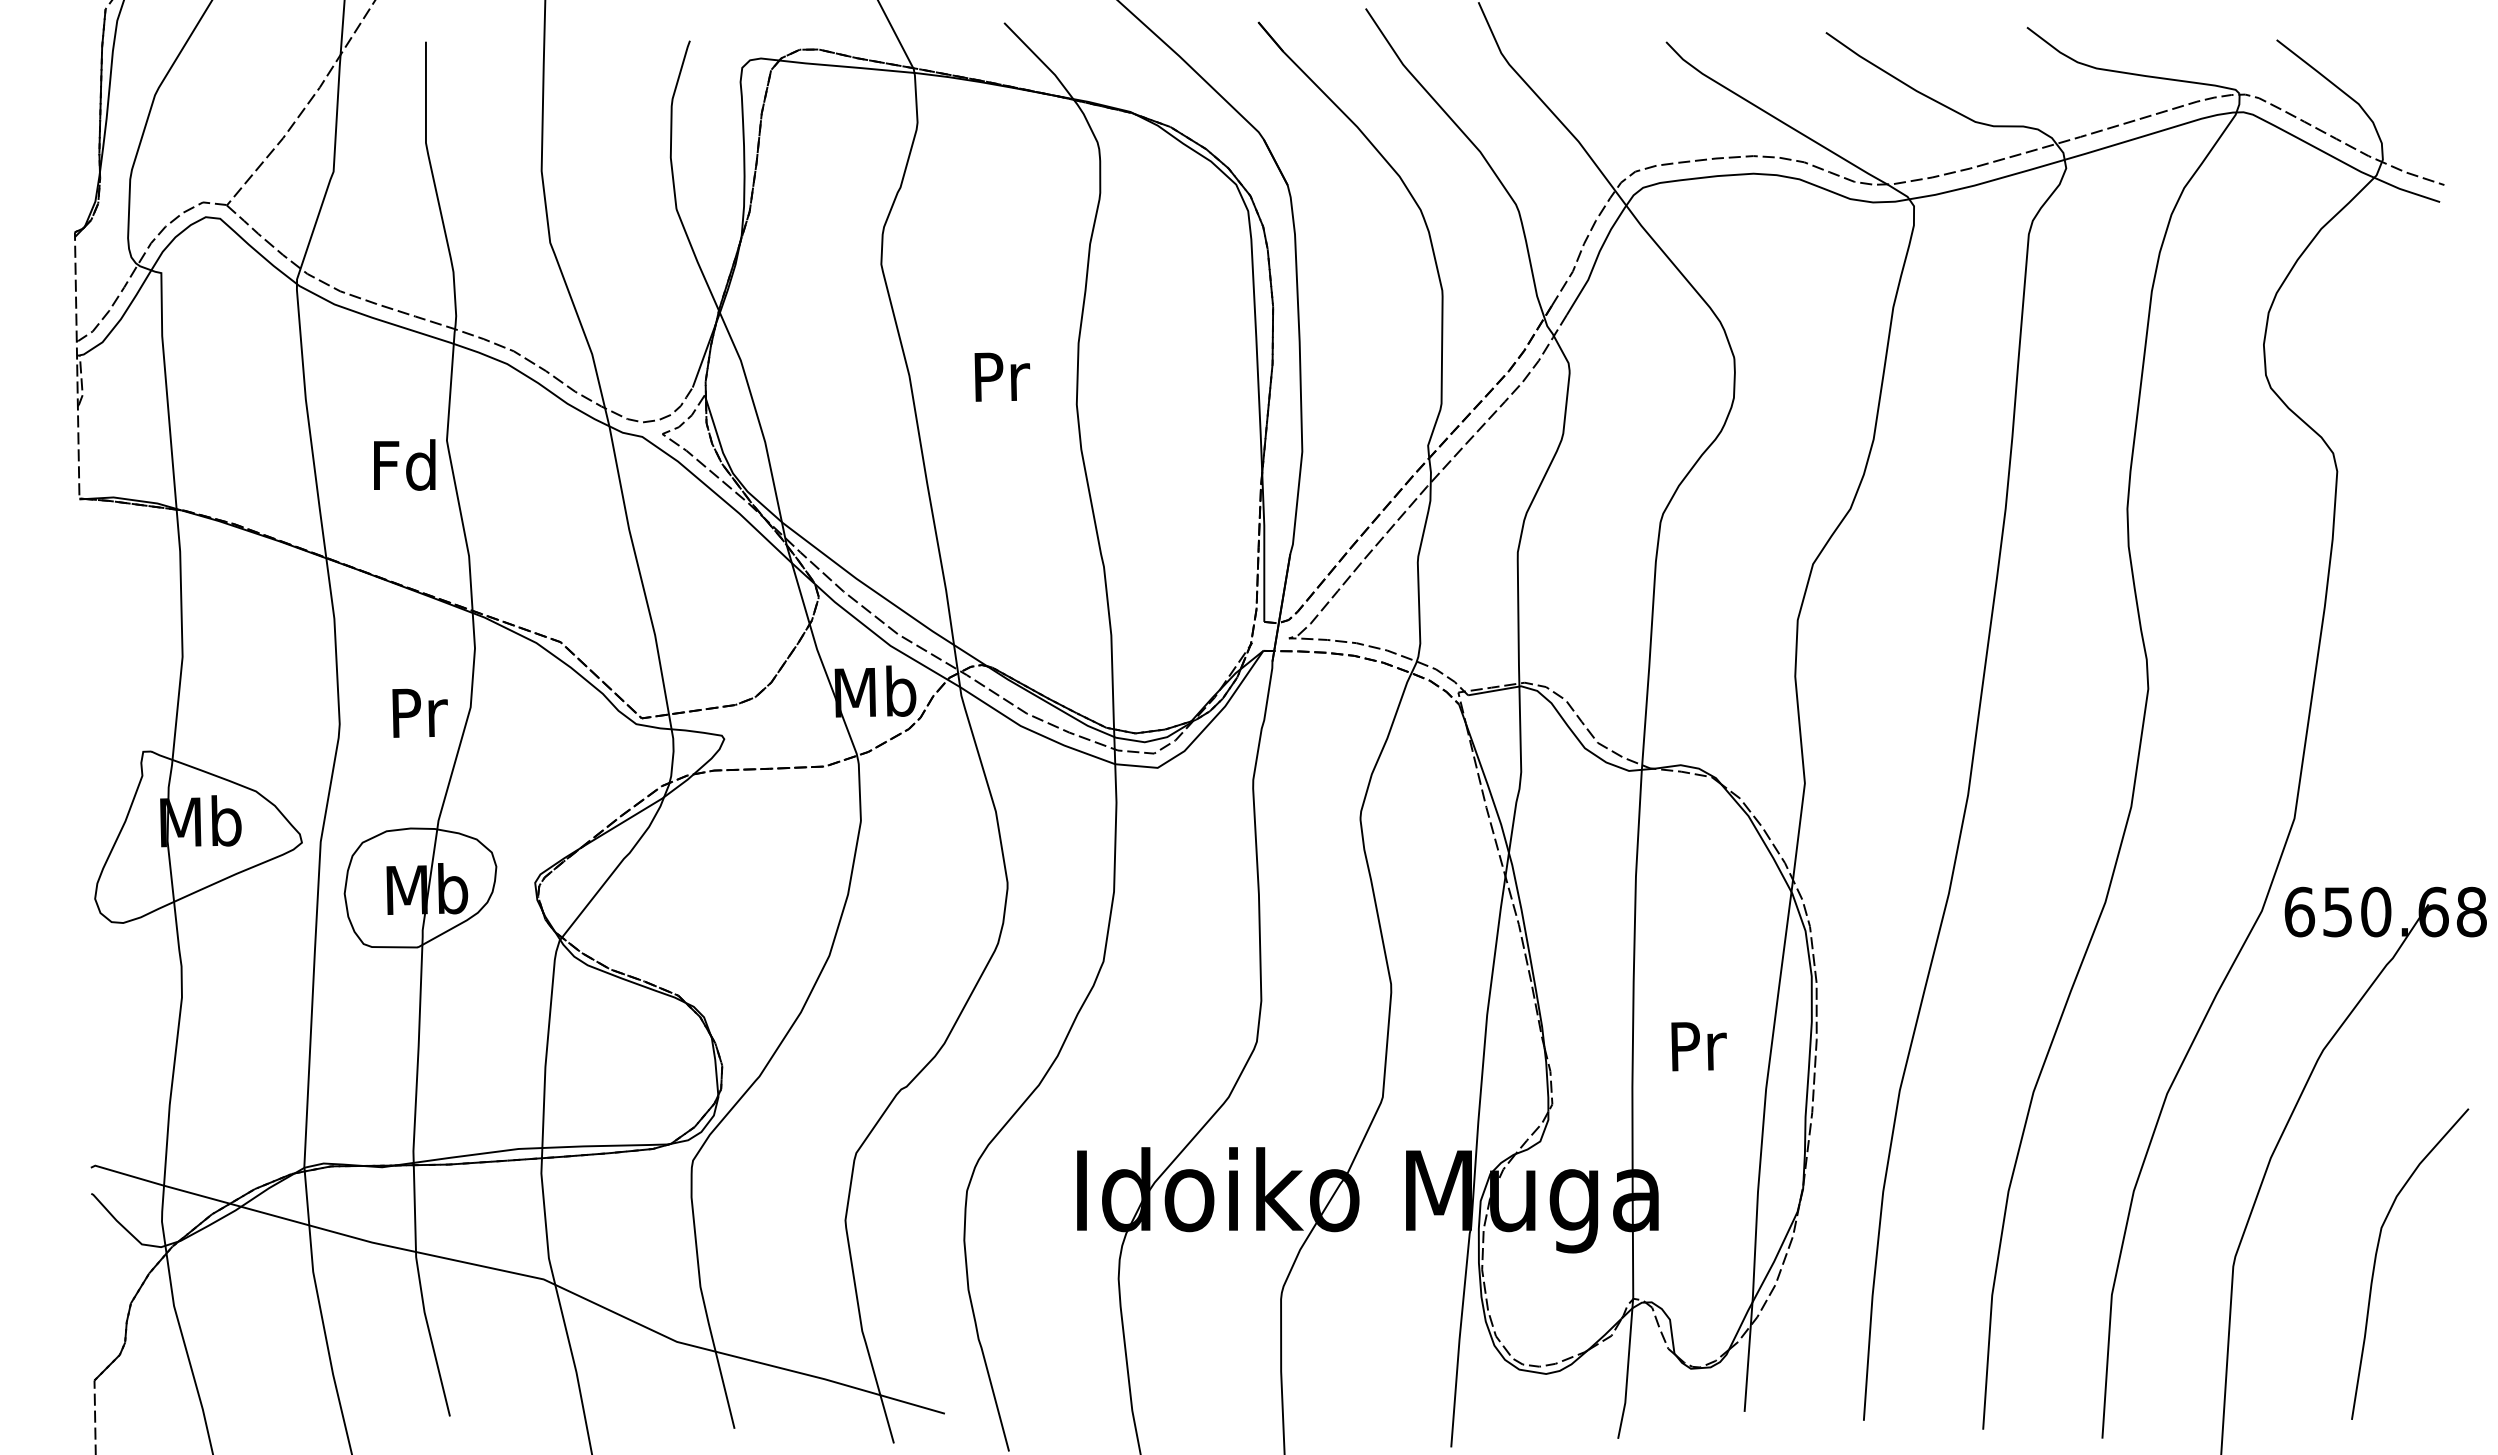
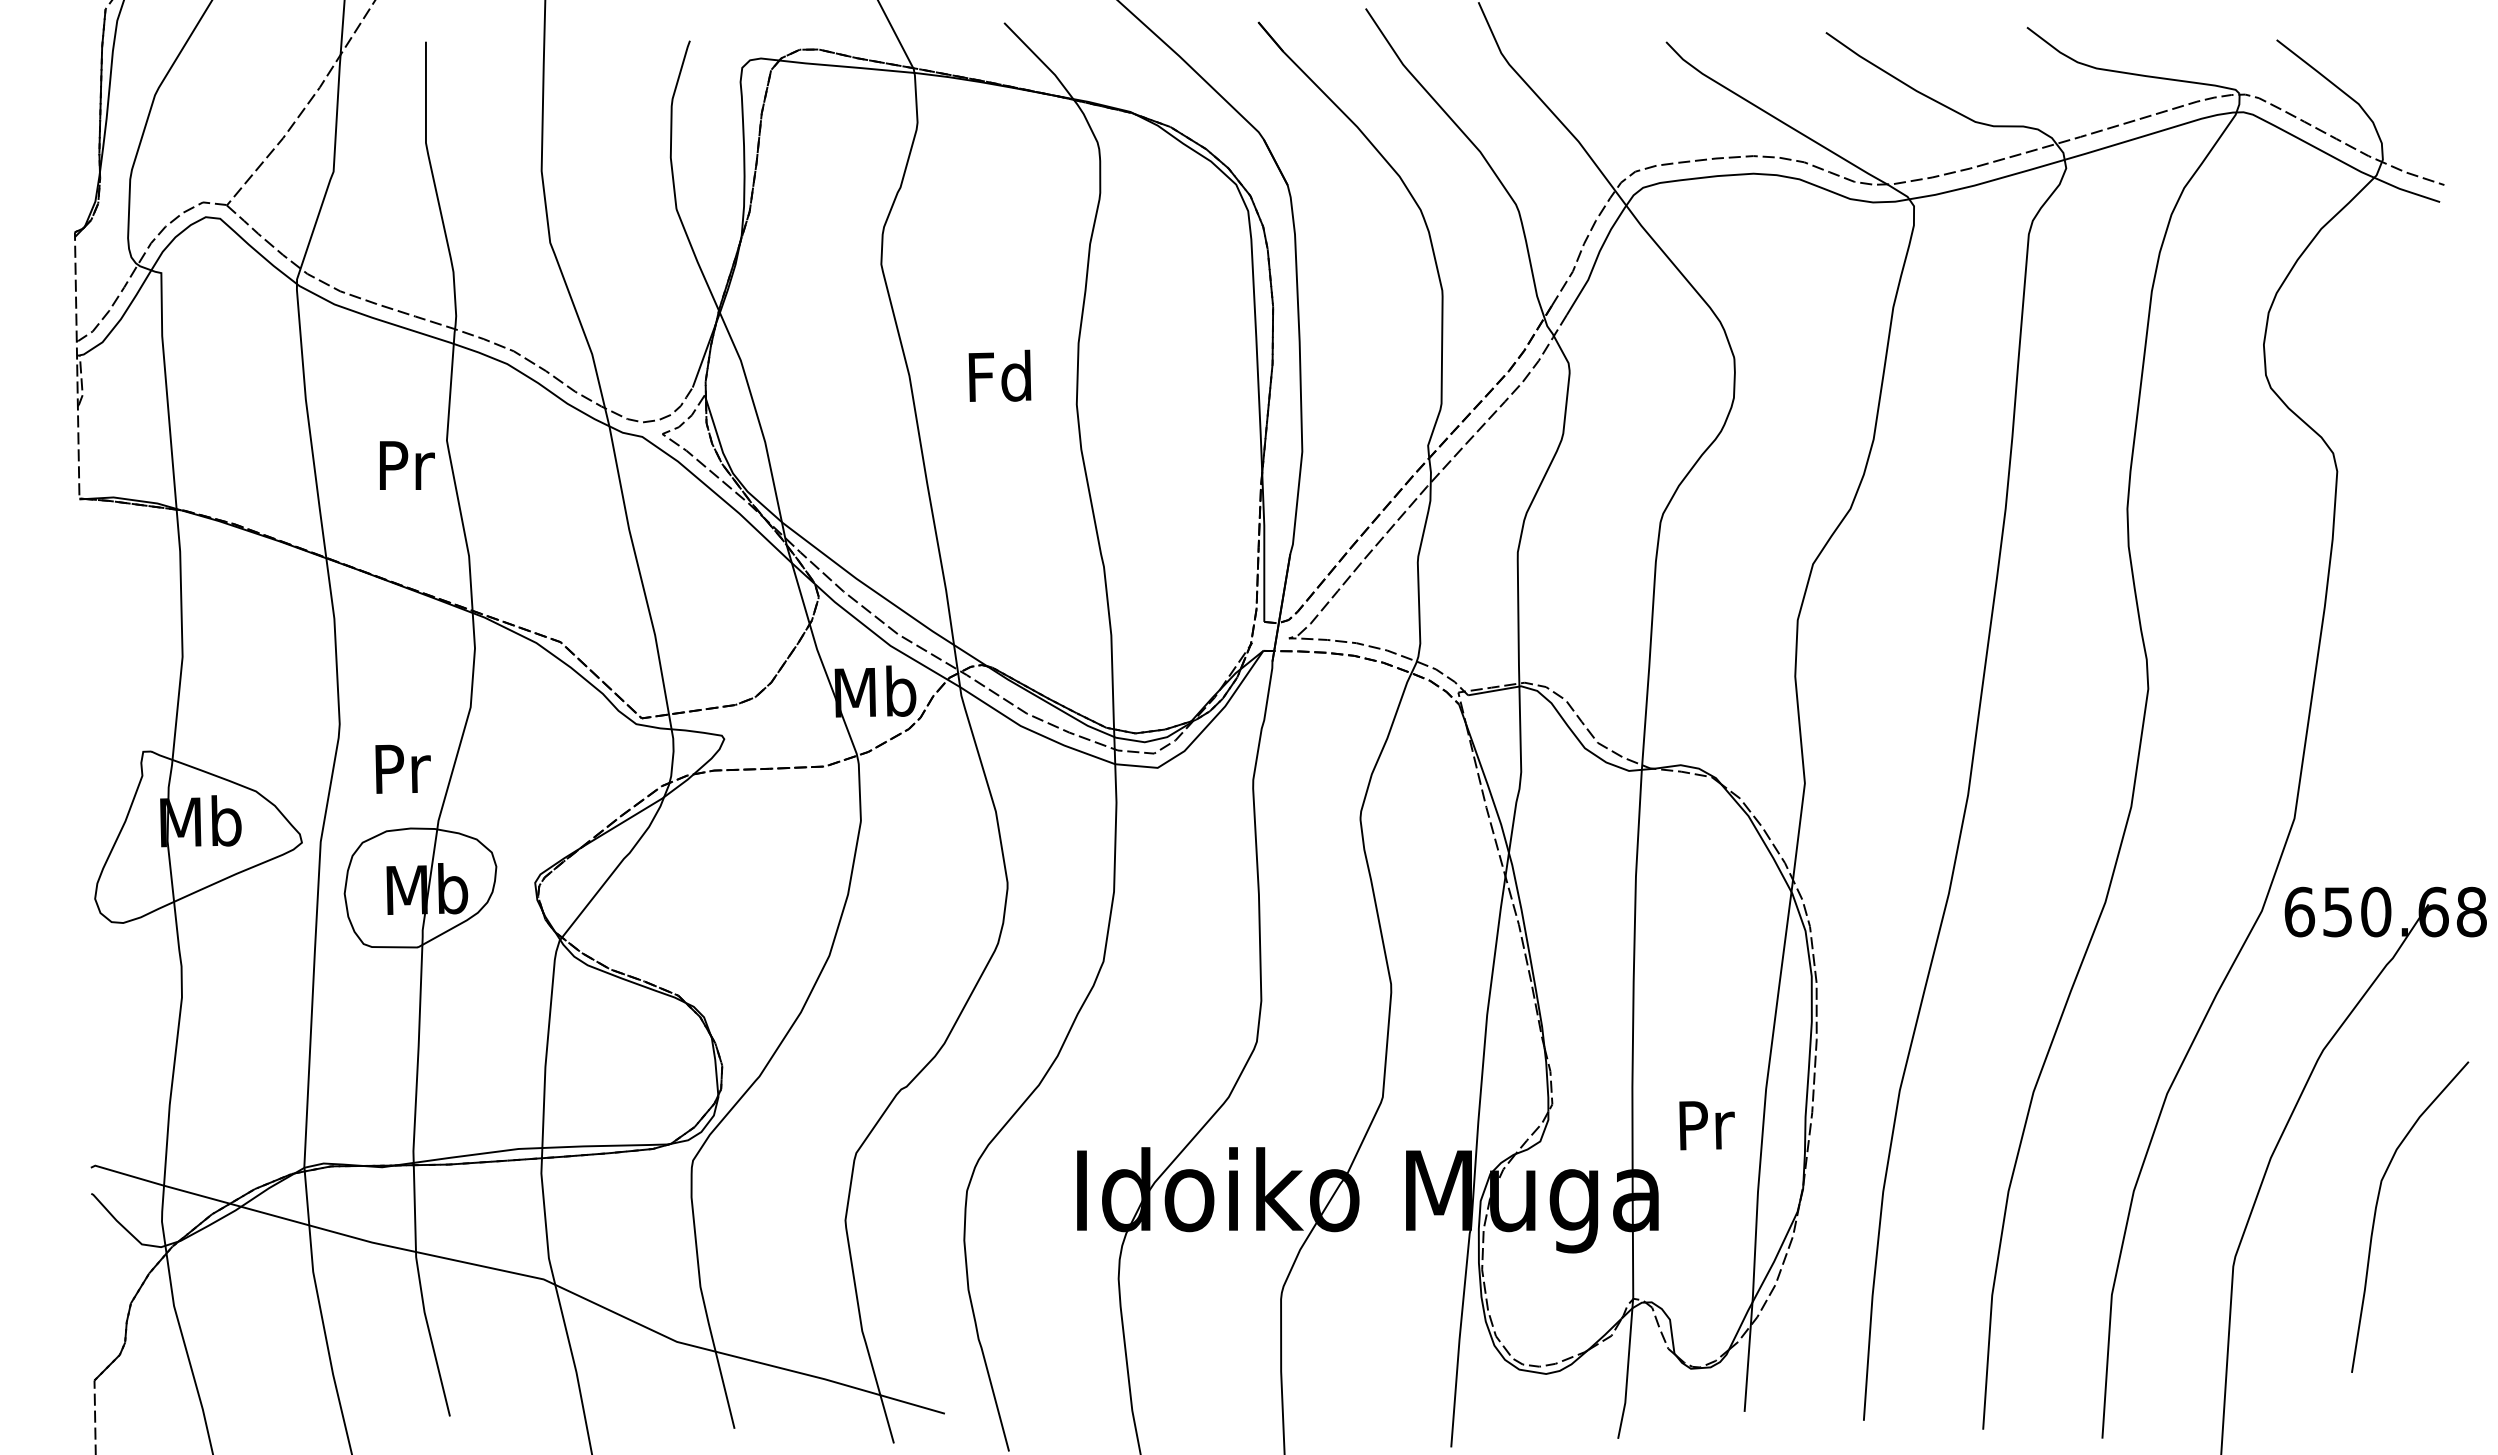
text at (999, 375): Pr -> Fd
text at (404, 464): Fd -> Pr
text at (419, 712) position: (419, 712) -> (402, 768)
text at (1698, 1046) position: (1698, 1046) -> (1706, 1125)
curve at (2376, 1259) position: (2376, 1259) -> (2376, 1212)
